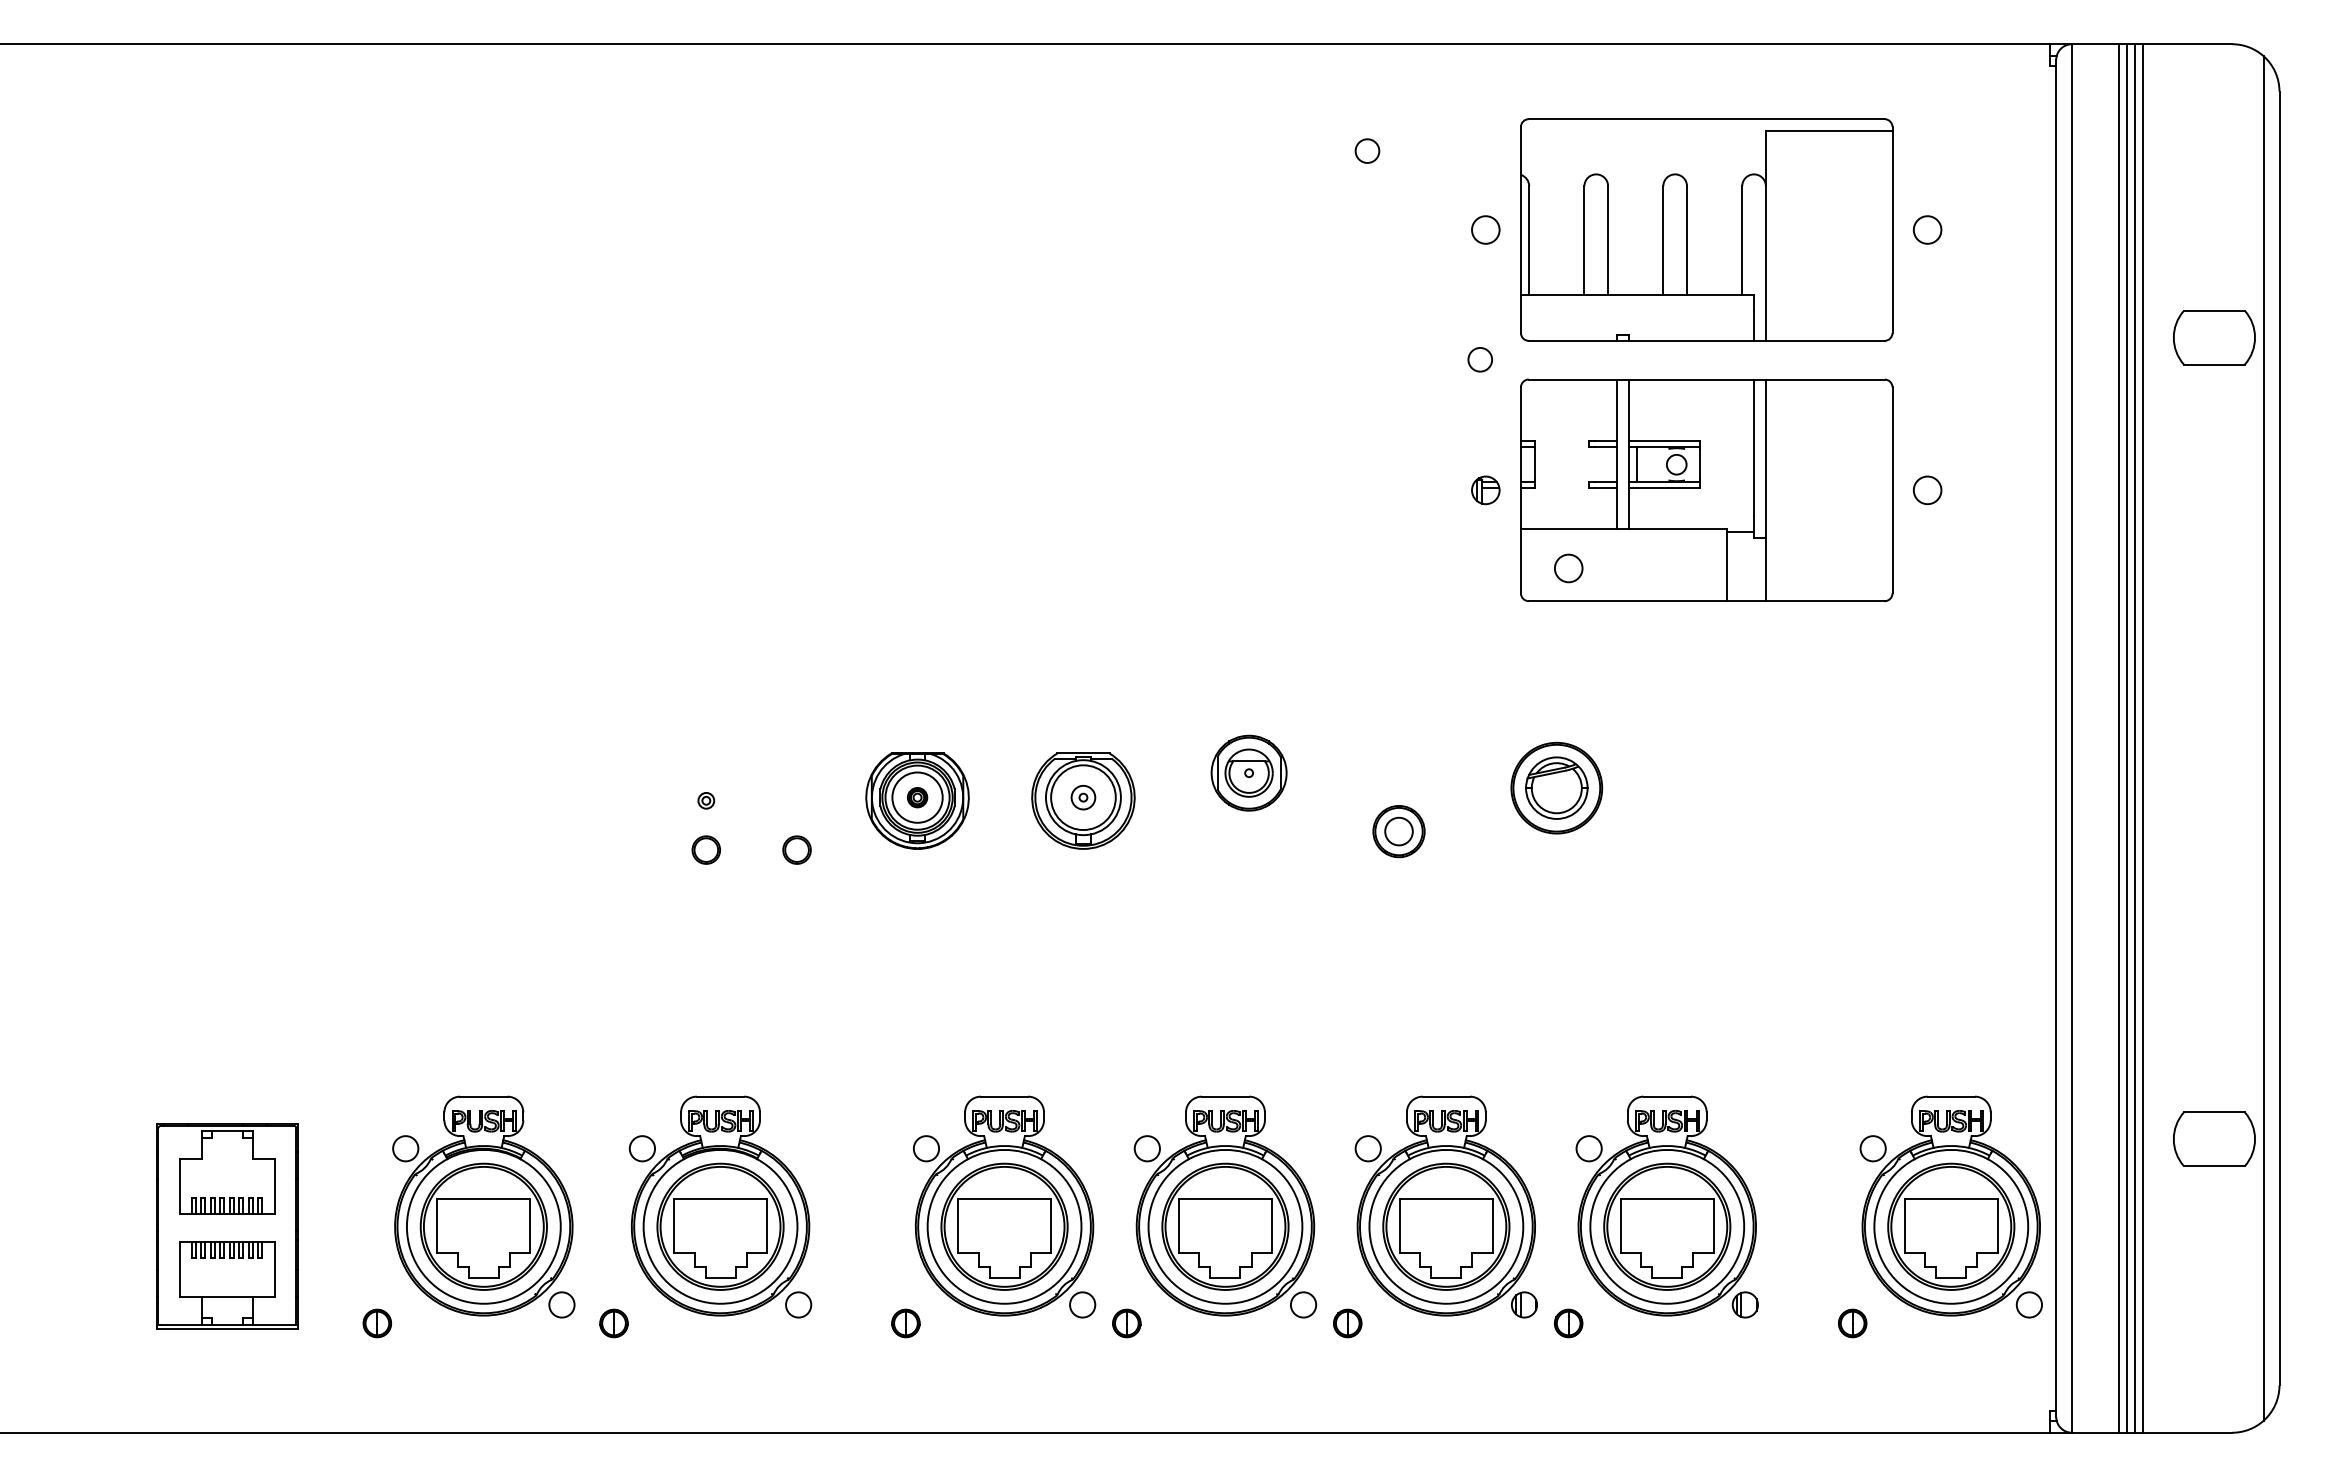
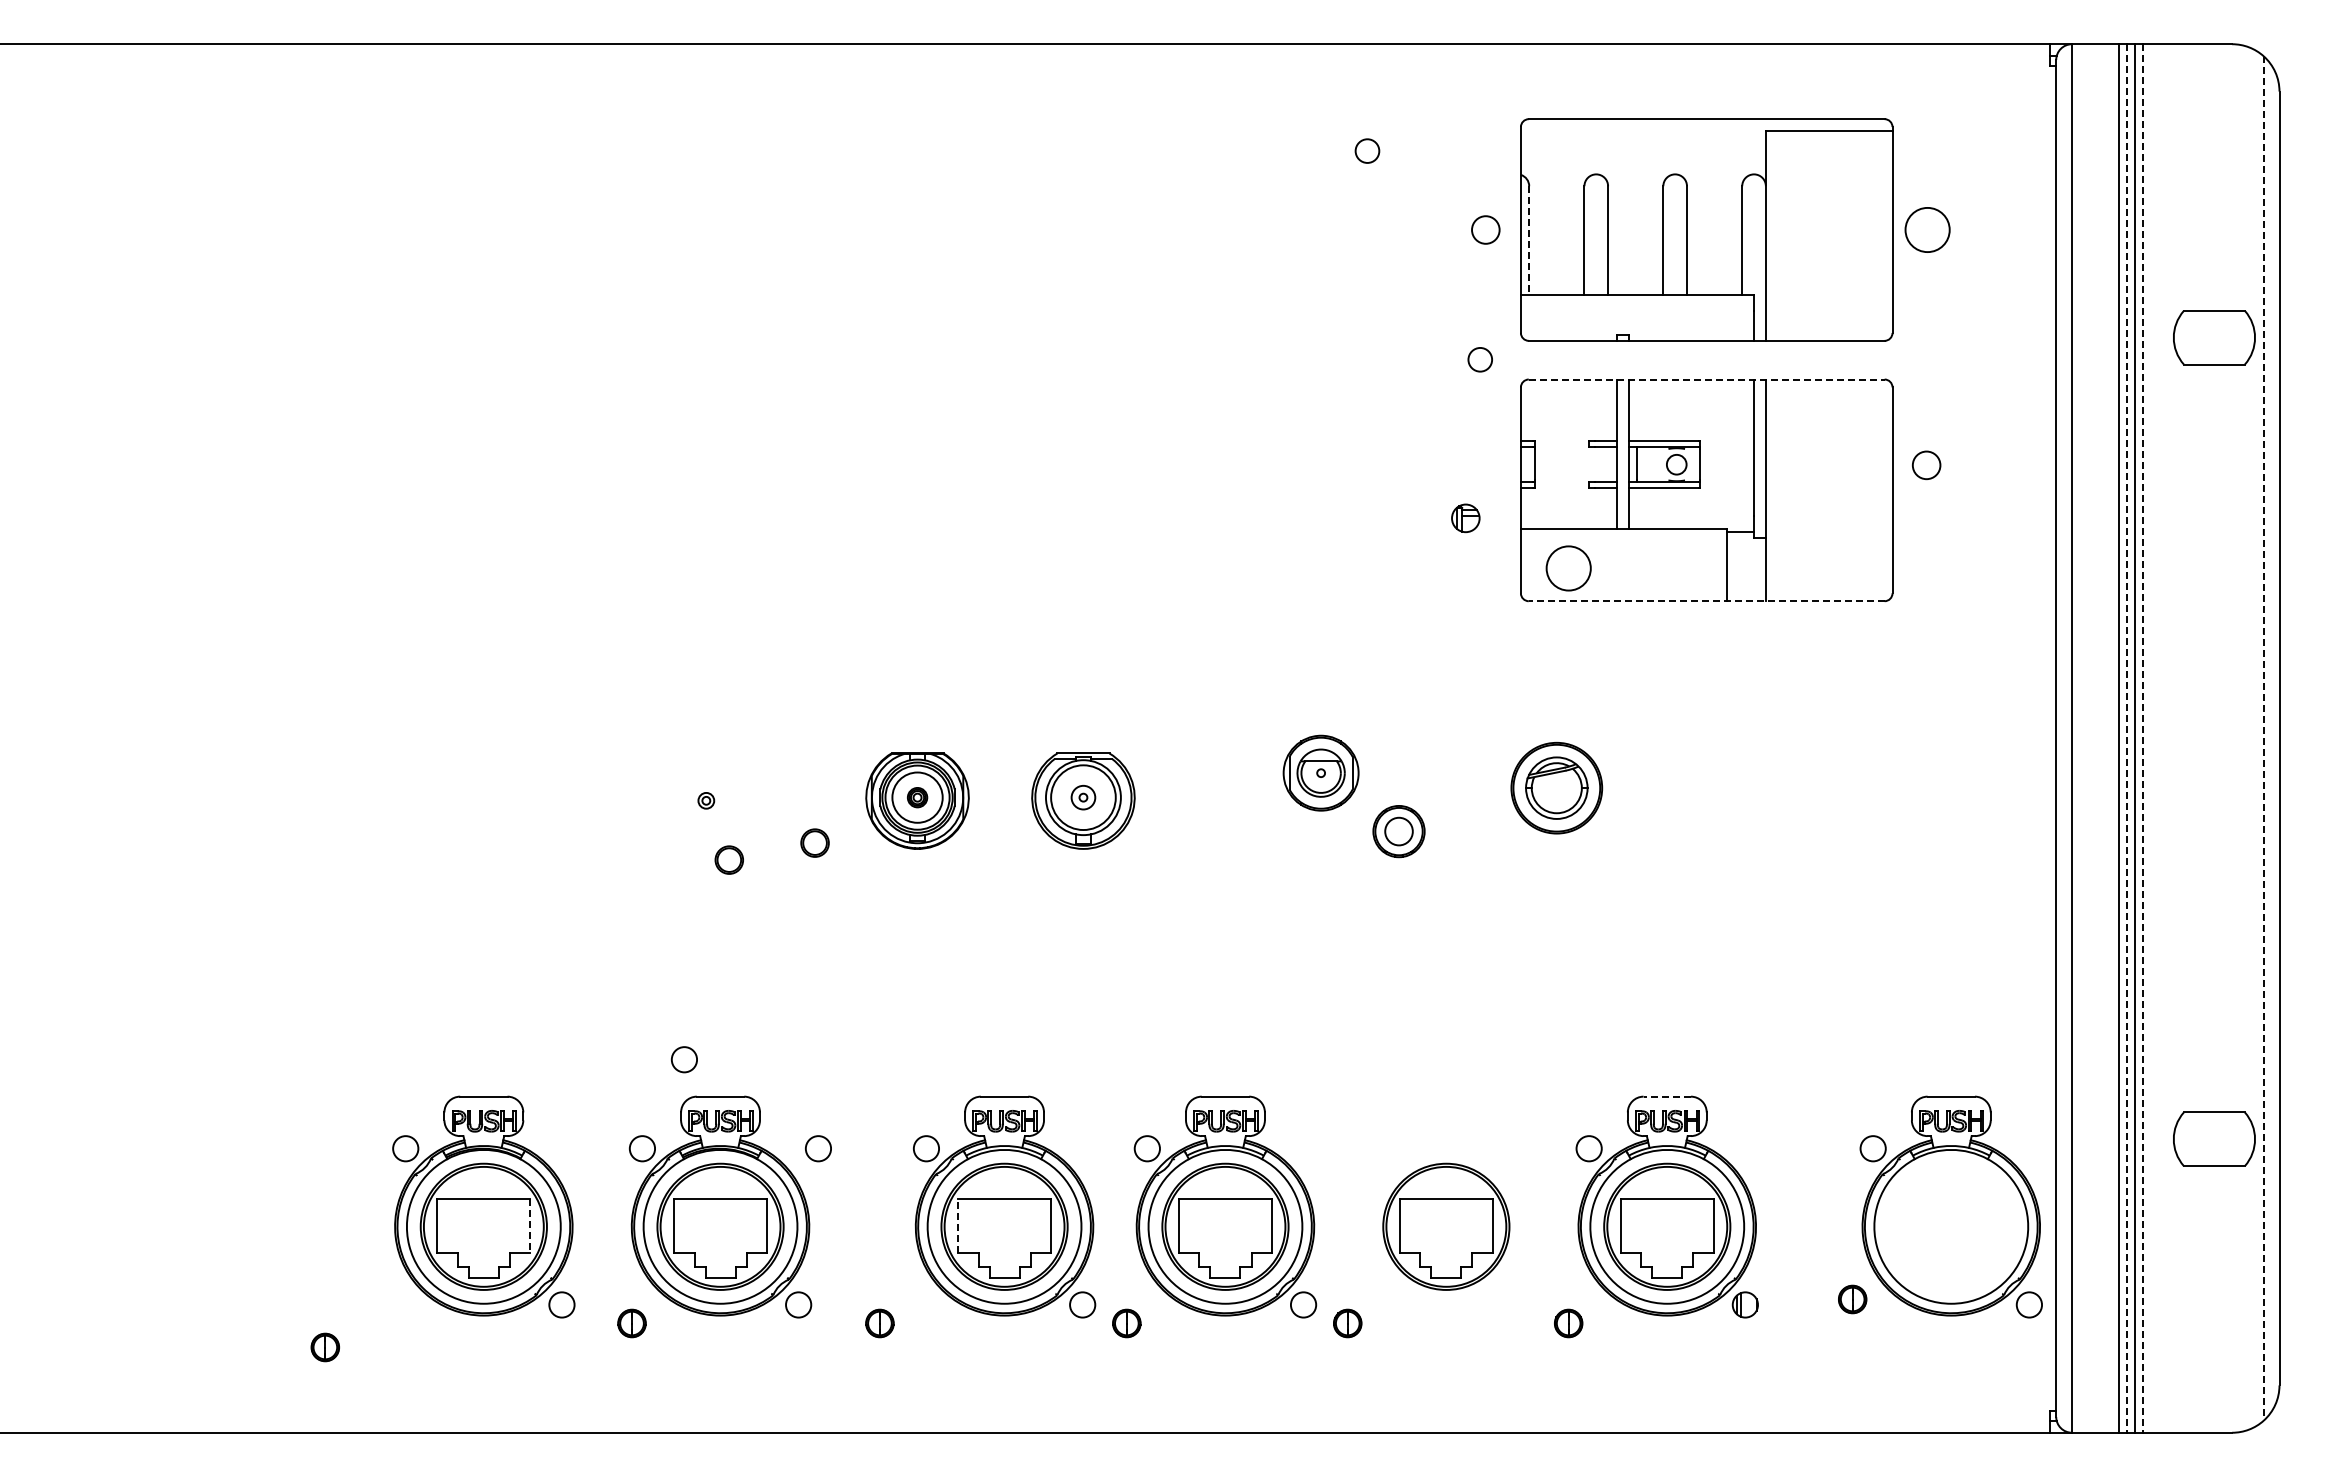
circle at (1927, 229) diameter: 28 px -> 44 px
line at (1529, 241): solid -> dashed
line at (1706, 379): solid -> dashed
part at (1485, 490) position: (1485, 490) -> (1465, 518)
circle at (1927, 490) position: (1927, 490) -> (1926, 465)
circle at (1568, 568) diameter: 28 px -> 44 px
line at (1706, 601): solid -> dashed
line at (2127, 739): solid -> dashed
line at (2143, 739): solid -> dashed
line at (2263, 739): solid -> dashed
part at (1248, 772) position: (1248, 772) -> (1320, 772)
part at (705, 849) position: (705, 849) -> (728, 859)
part at (796, 849) position: (796, 849) -> (814, 842)
circle at (683, 1059): none -> present
line at (1667, 1096): solid -> dashed
circle at (818, 1148): none -> present
part at (1445, 1206): present -> none
part at (227, 1226): present -> none
line at (530, 1226): solid -> dashed
line at (958, 1226): solid -> dashed
part at (1951, 1226): present -> none
part at (376, 1323) position: (376, 1323) -> (324, 1347)
part at (613, 1323) position: (613, 1323) -> (631, 1323)
part at (905, 1323) position: (905, 1323) -> (879, 1323)
part at (1852, 1323) position: (1852, 1323) -> (1852, 1299)
